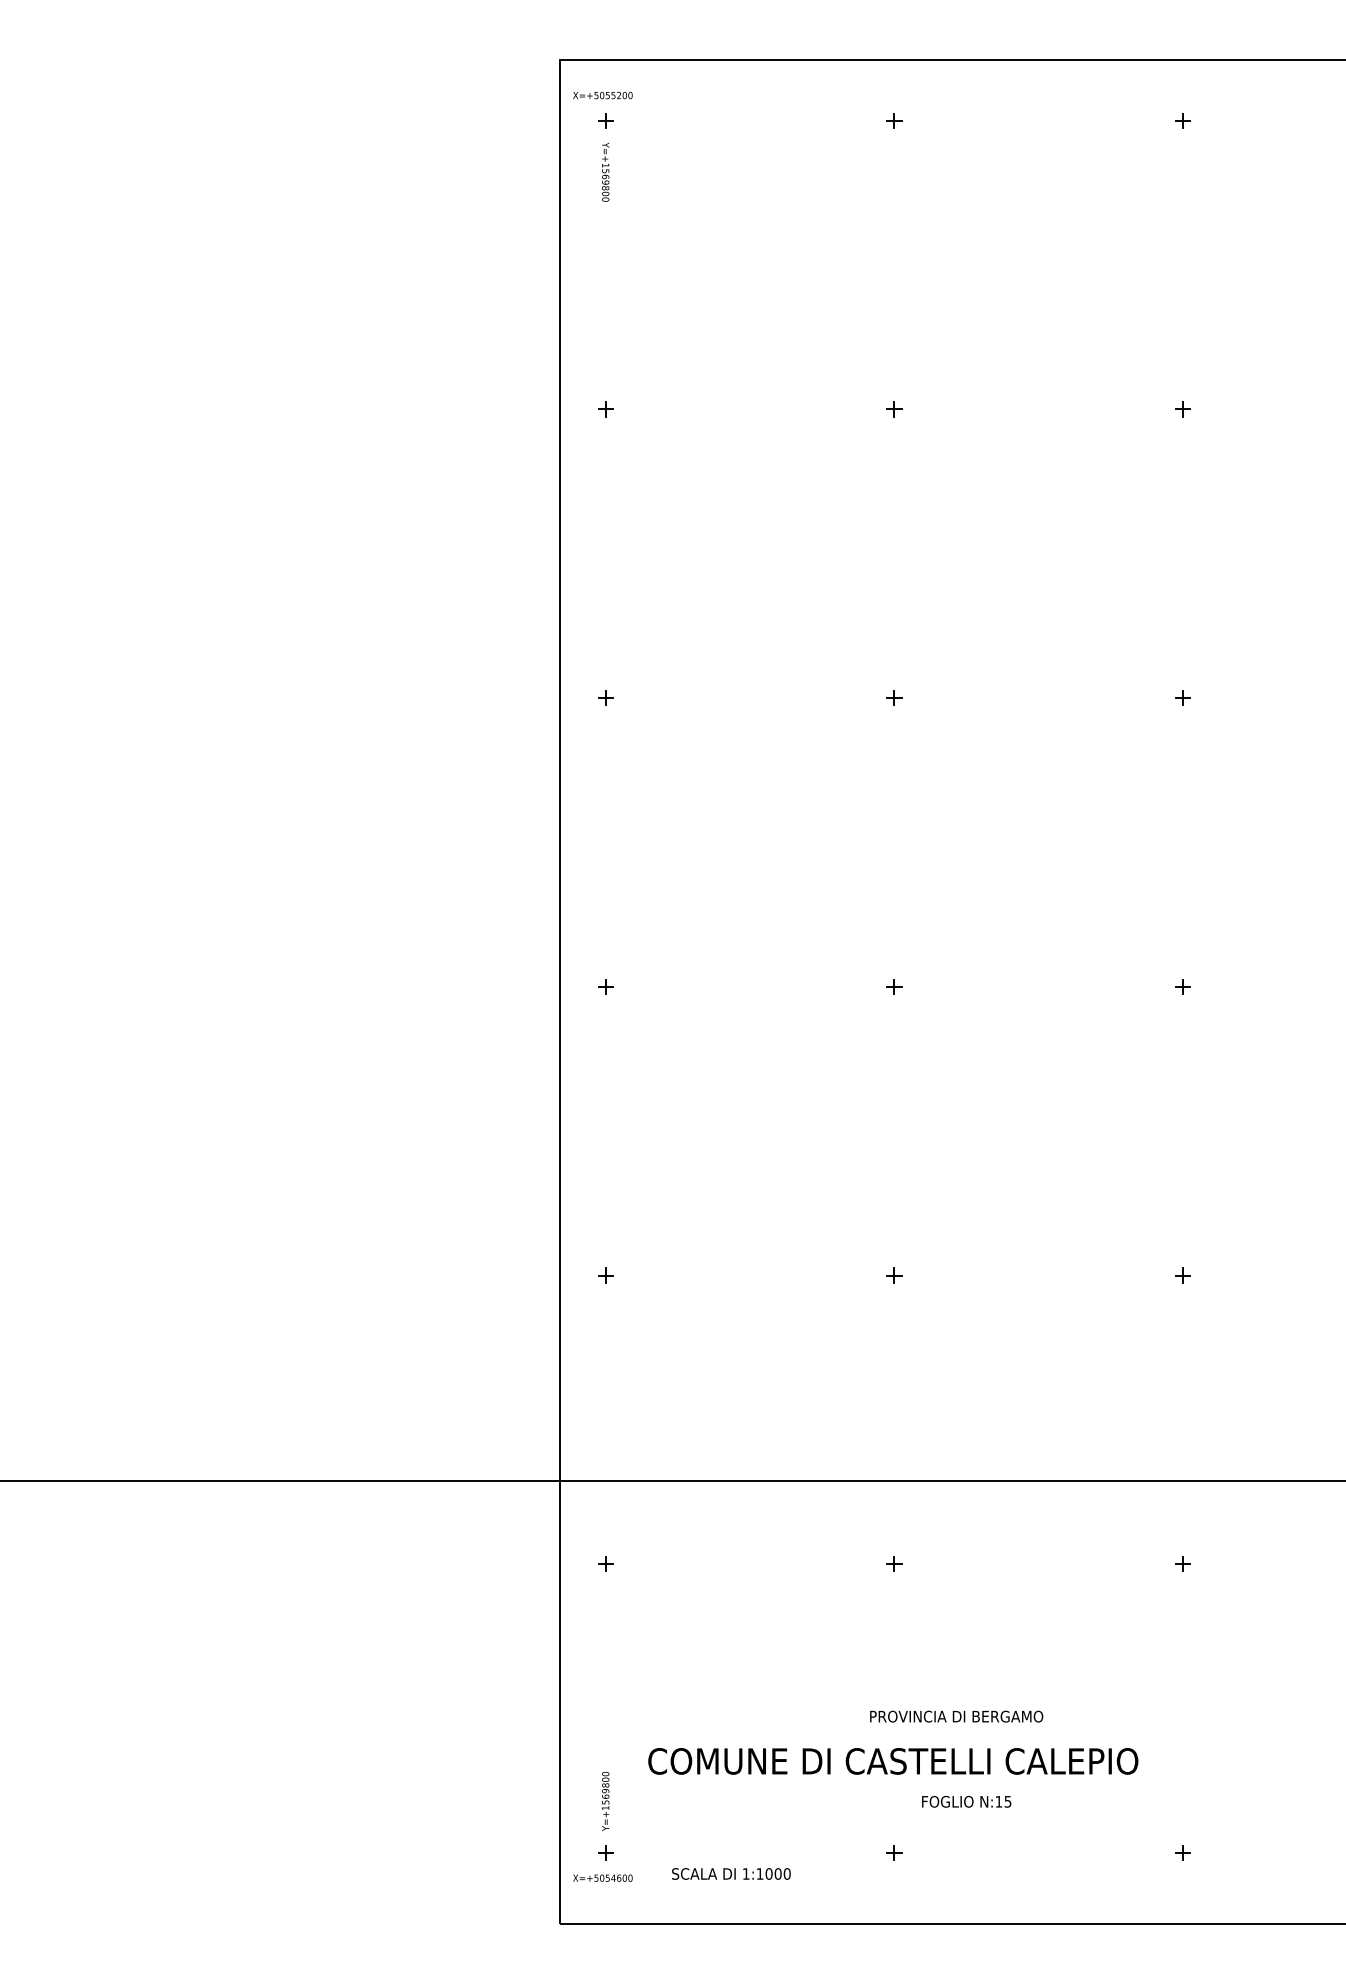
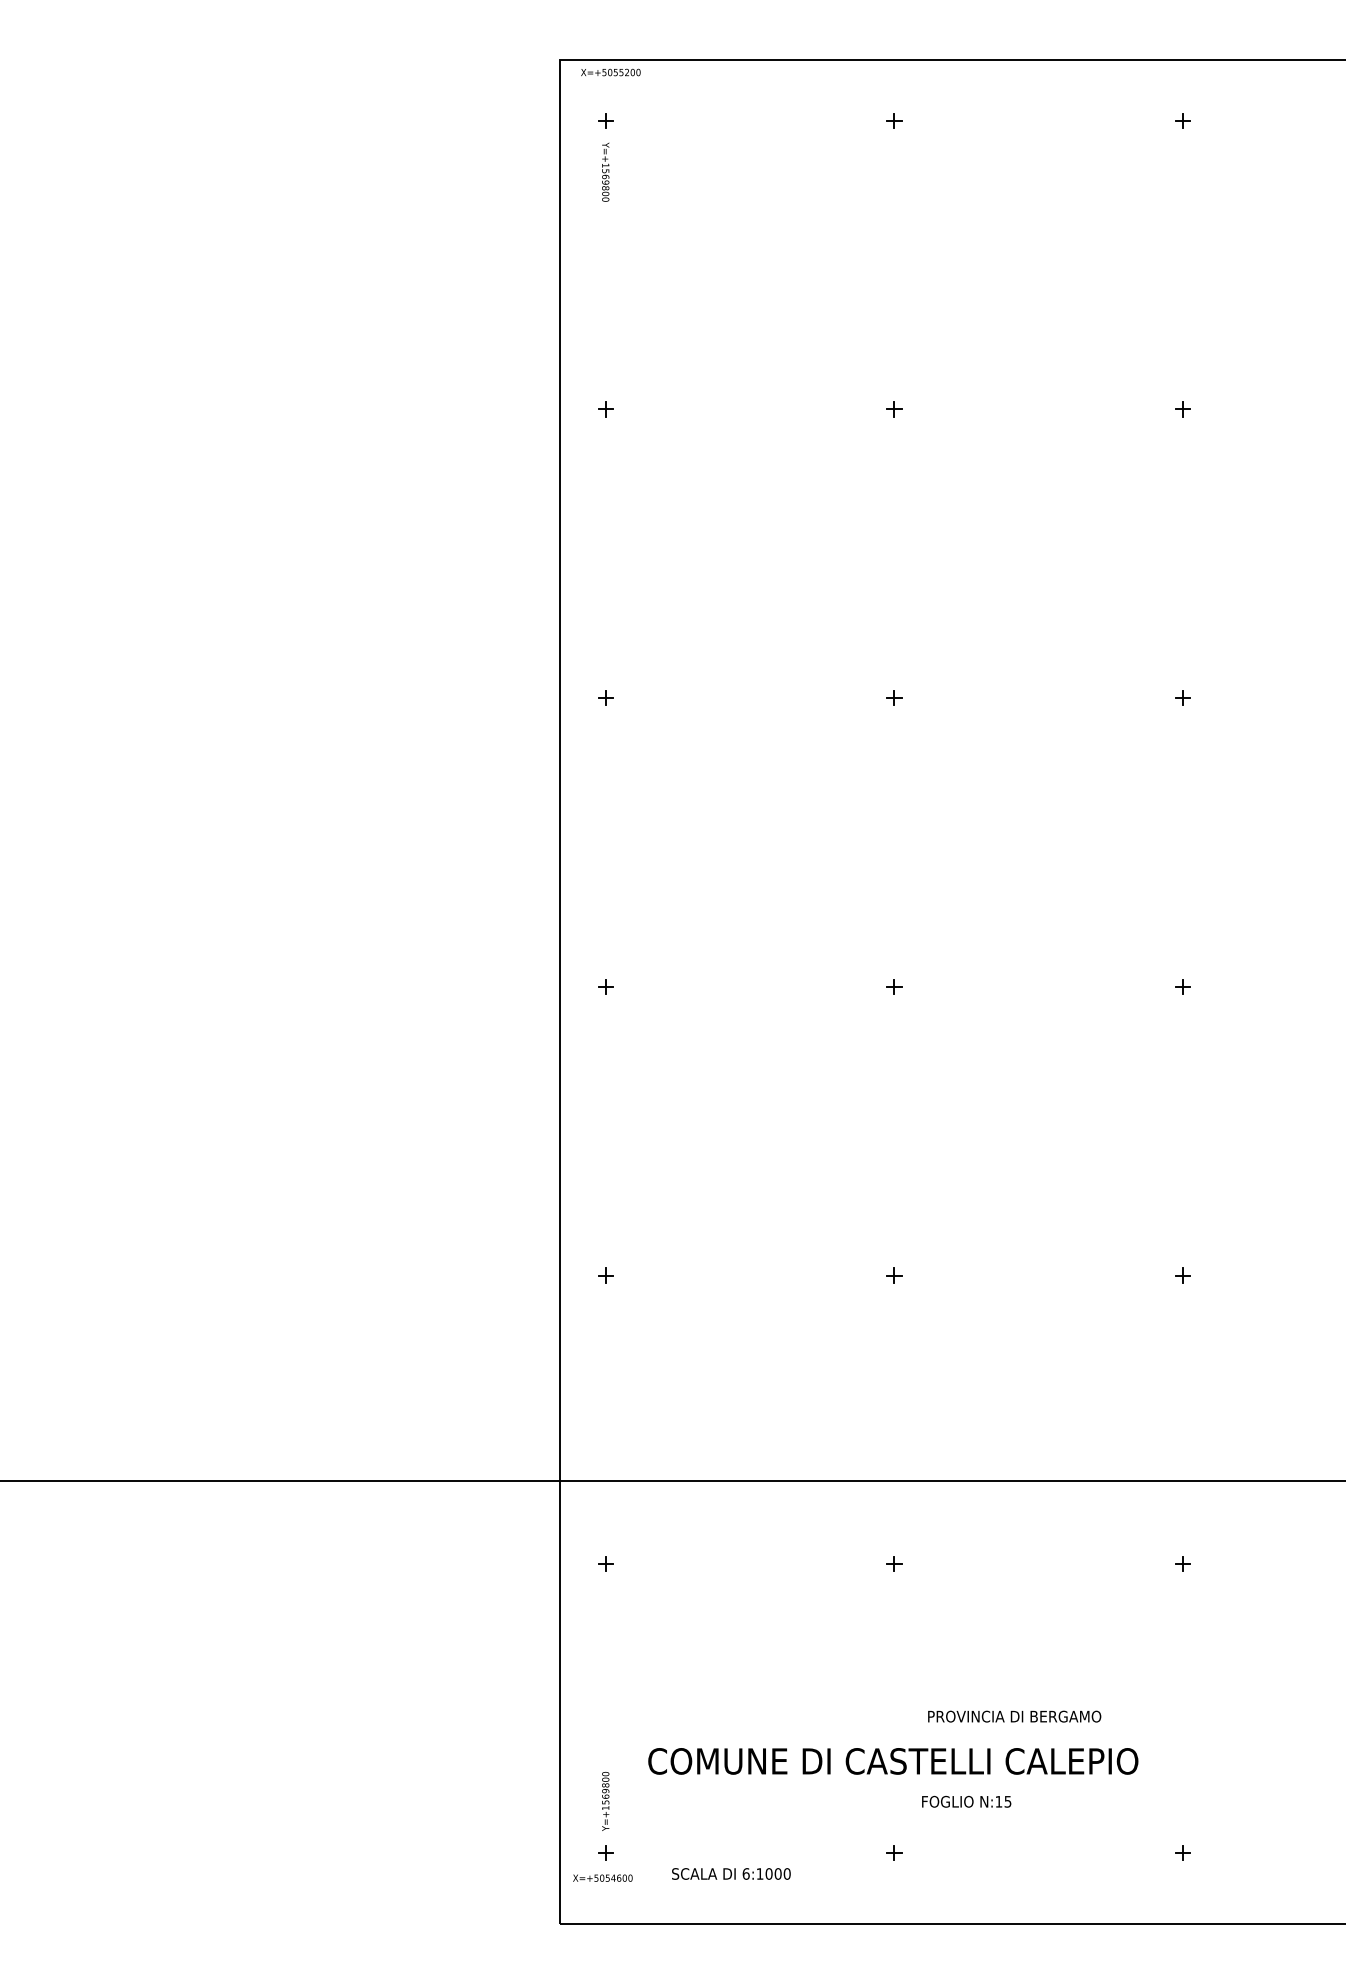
text at (602, 95) position: (602, 95) -> (610, 72)
text at (956, 1716) position: (956, 1716) -> (1014, 1716)
text at (745, 1873): 1:1000 -> 6:1000
